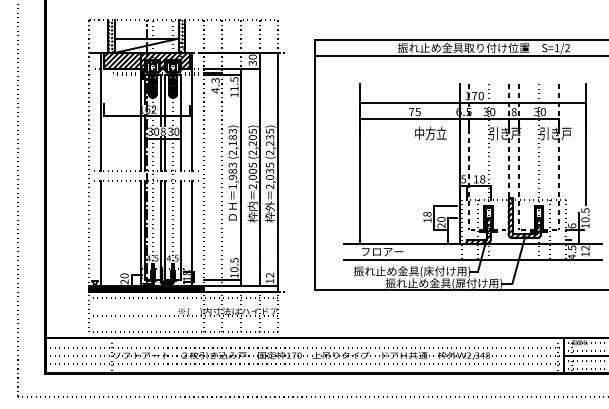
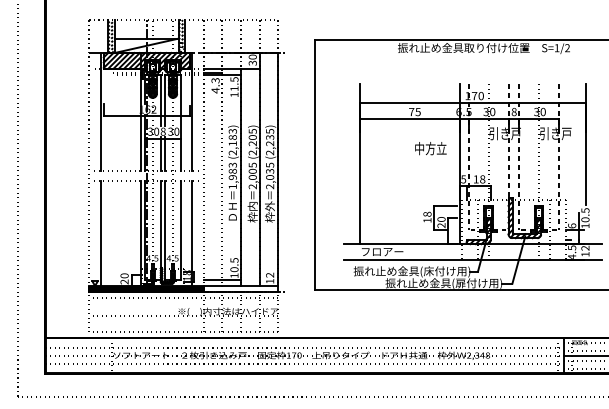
line at (460, 56): present -> none
text at (430, 133) position: (430, 133) -> (430, 148)
